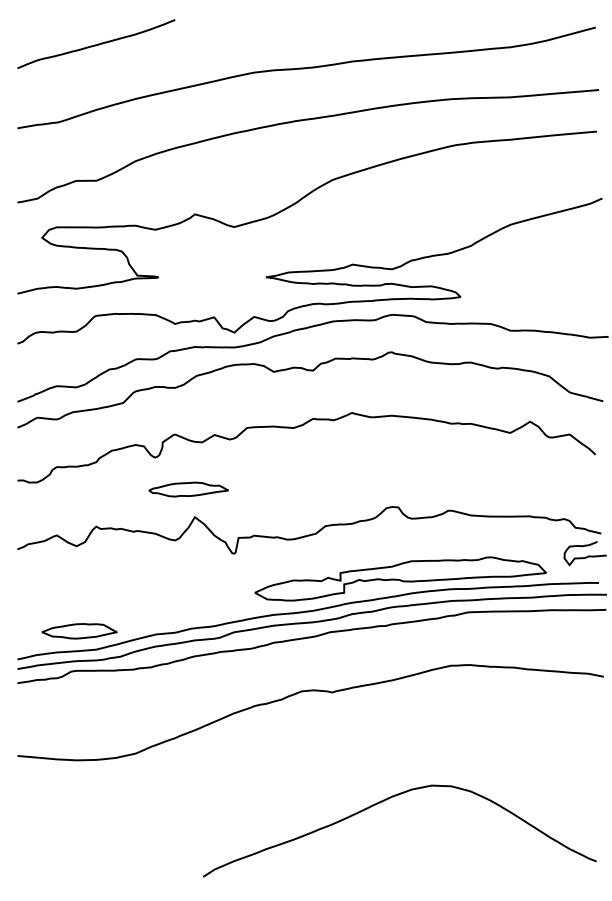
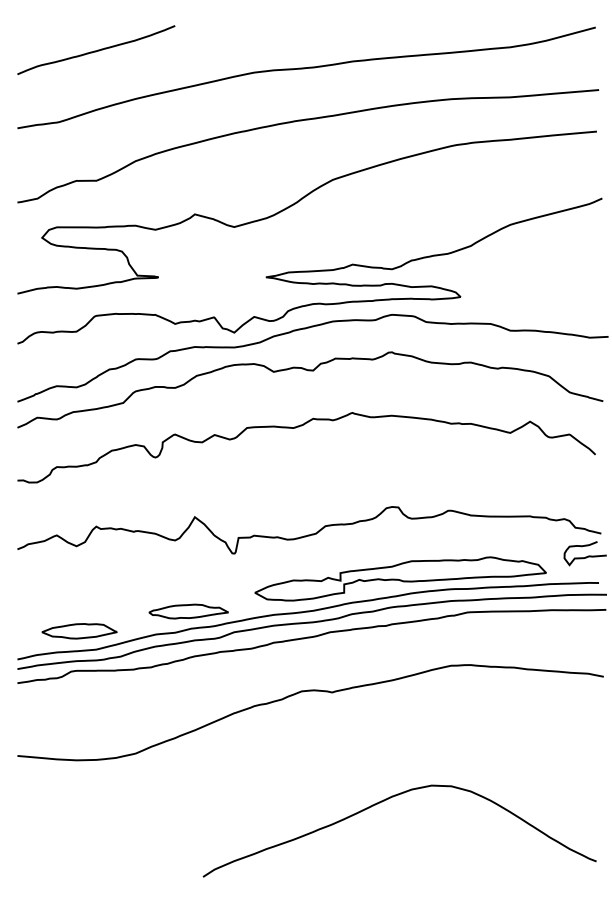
curve at (97, 43) position: (97, 43) -> (97, 49)
part at (188, 489) position: (188, 489) -> (188, 611)
